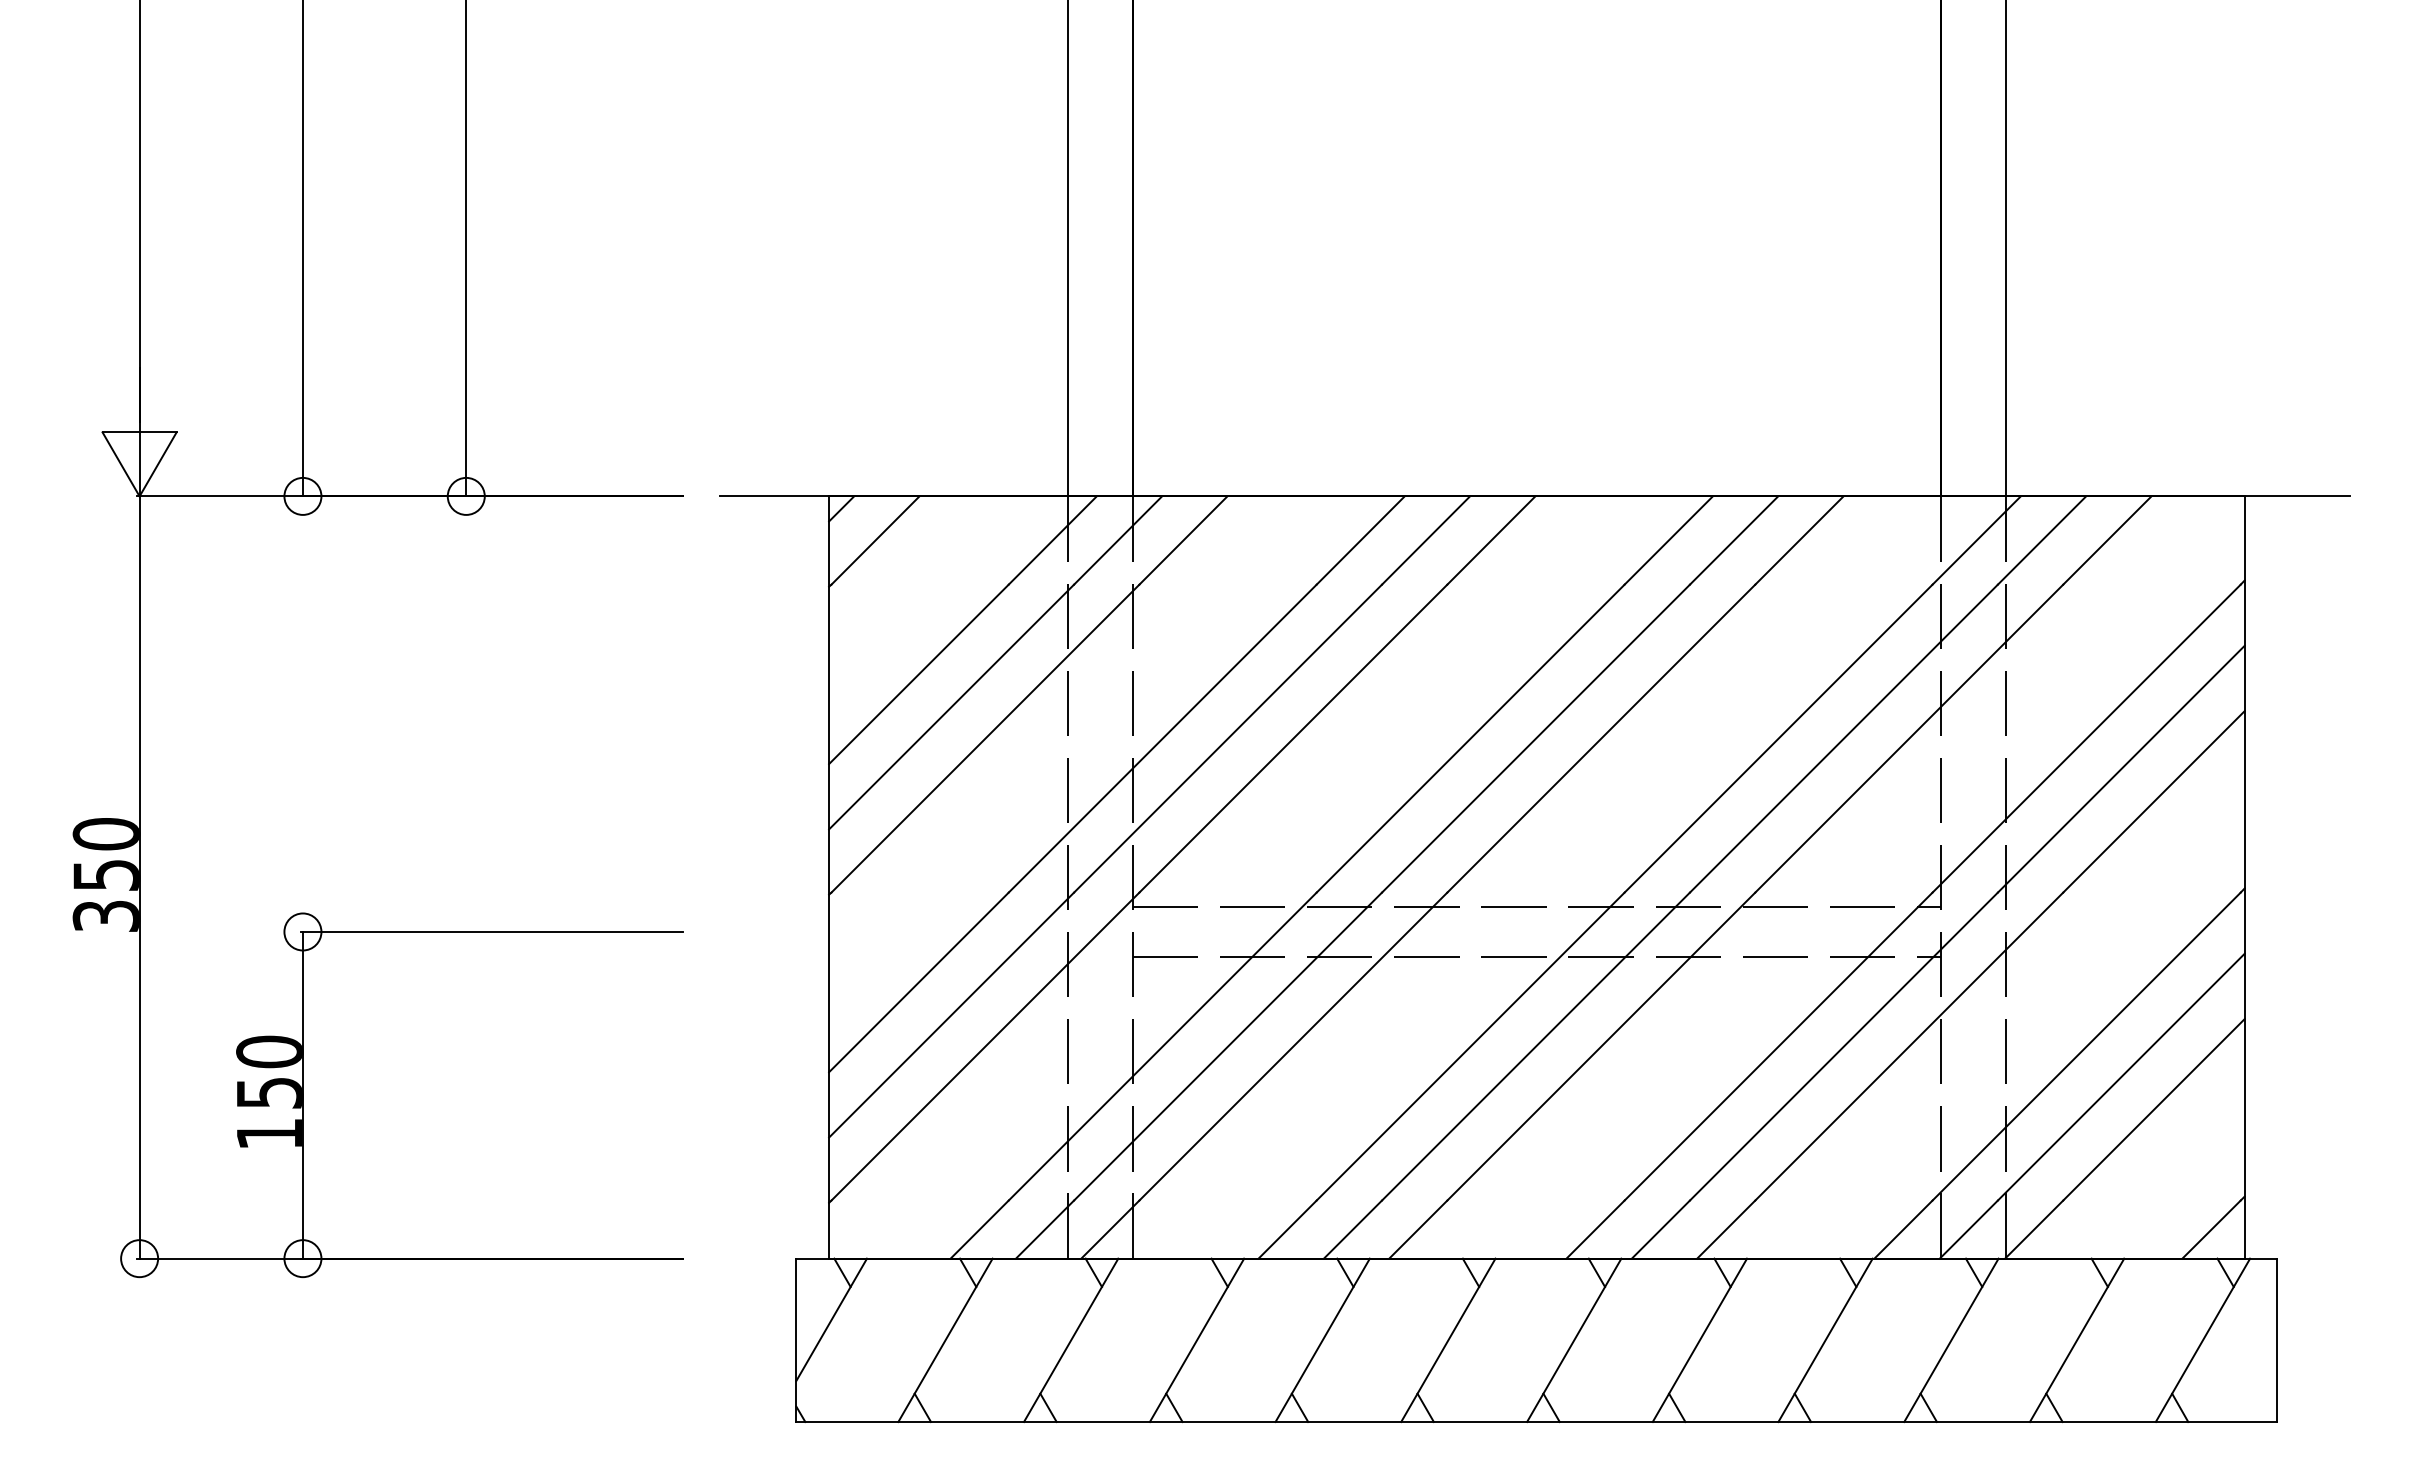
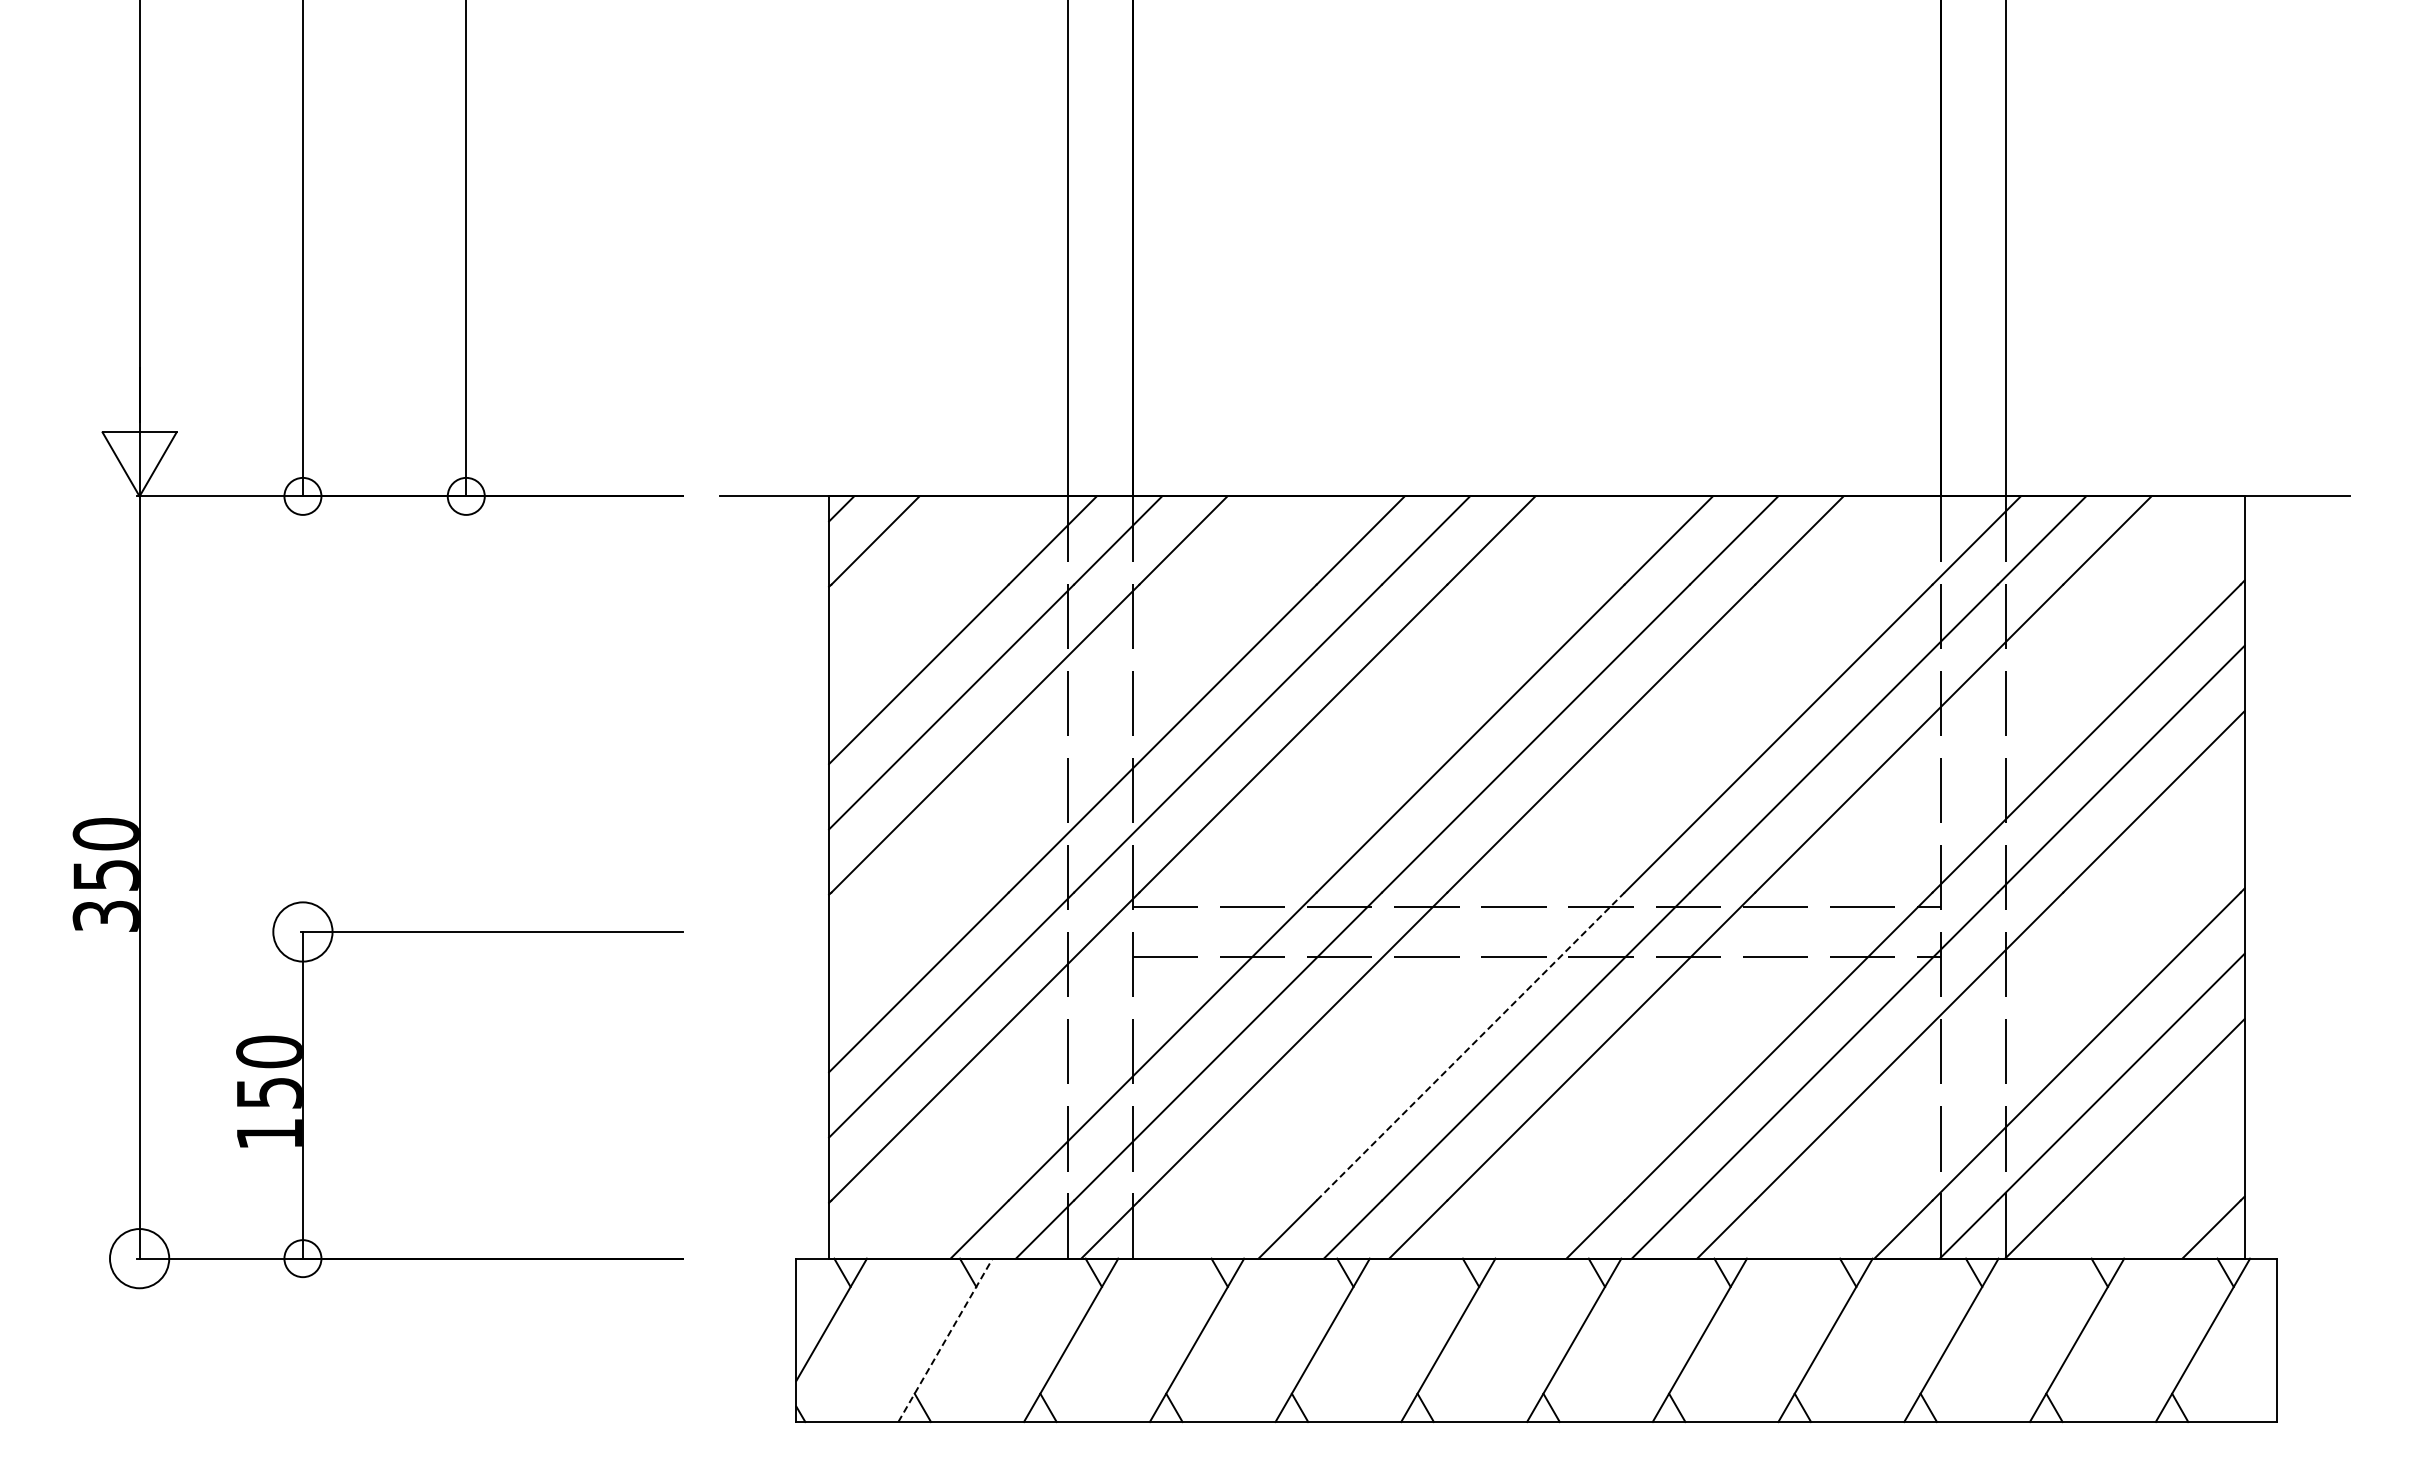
circle at (302, 931) diameter: 37 px -> 59 px
line at (1470, 1046): solid -> dashed
circle at (139, 1258) diameter: 37 px -> 59 px
line at (945, 1339): solid -> dashed
